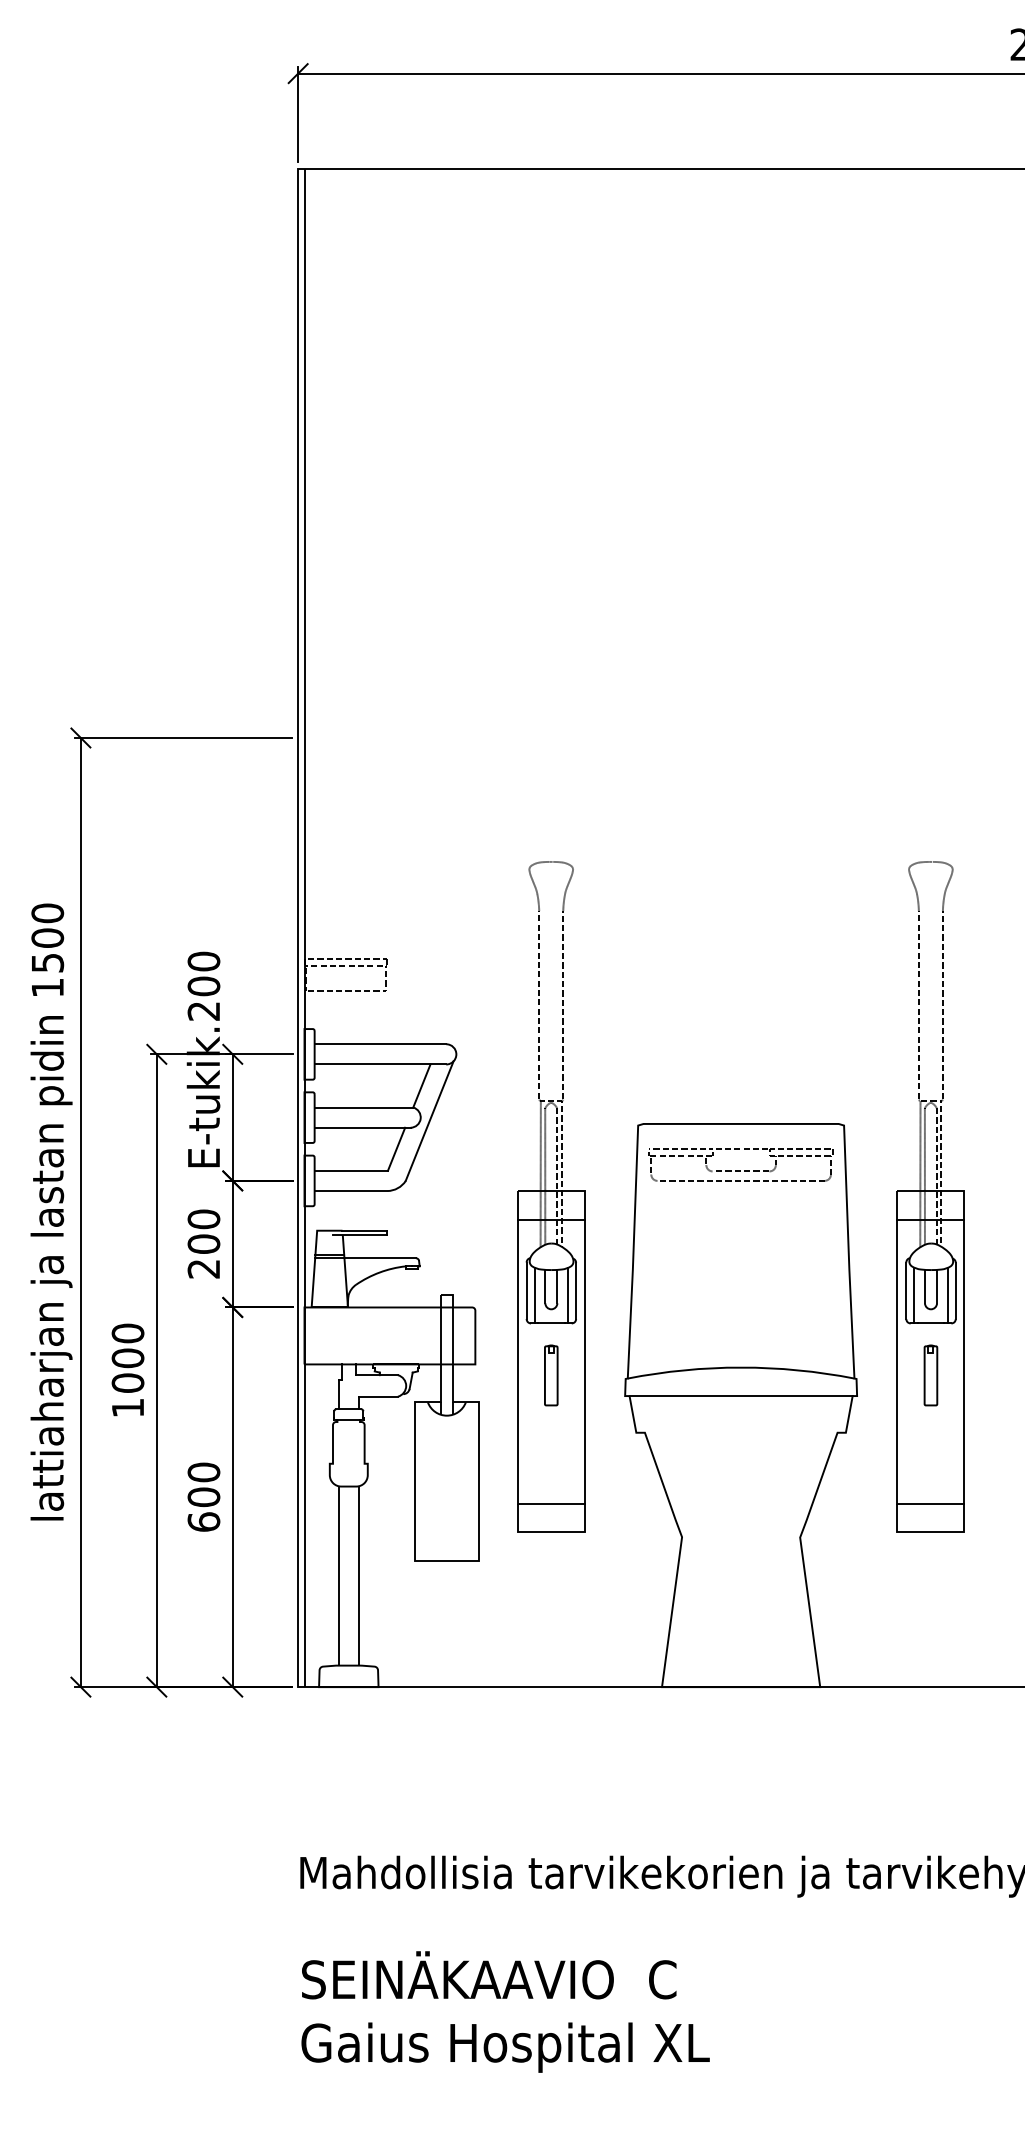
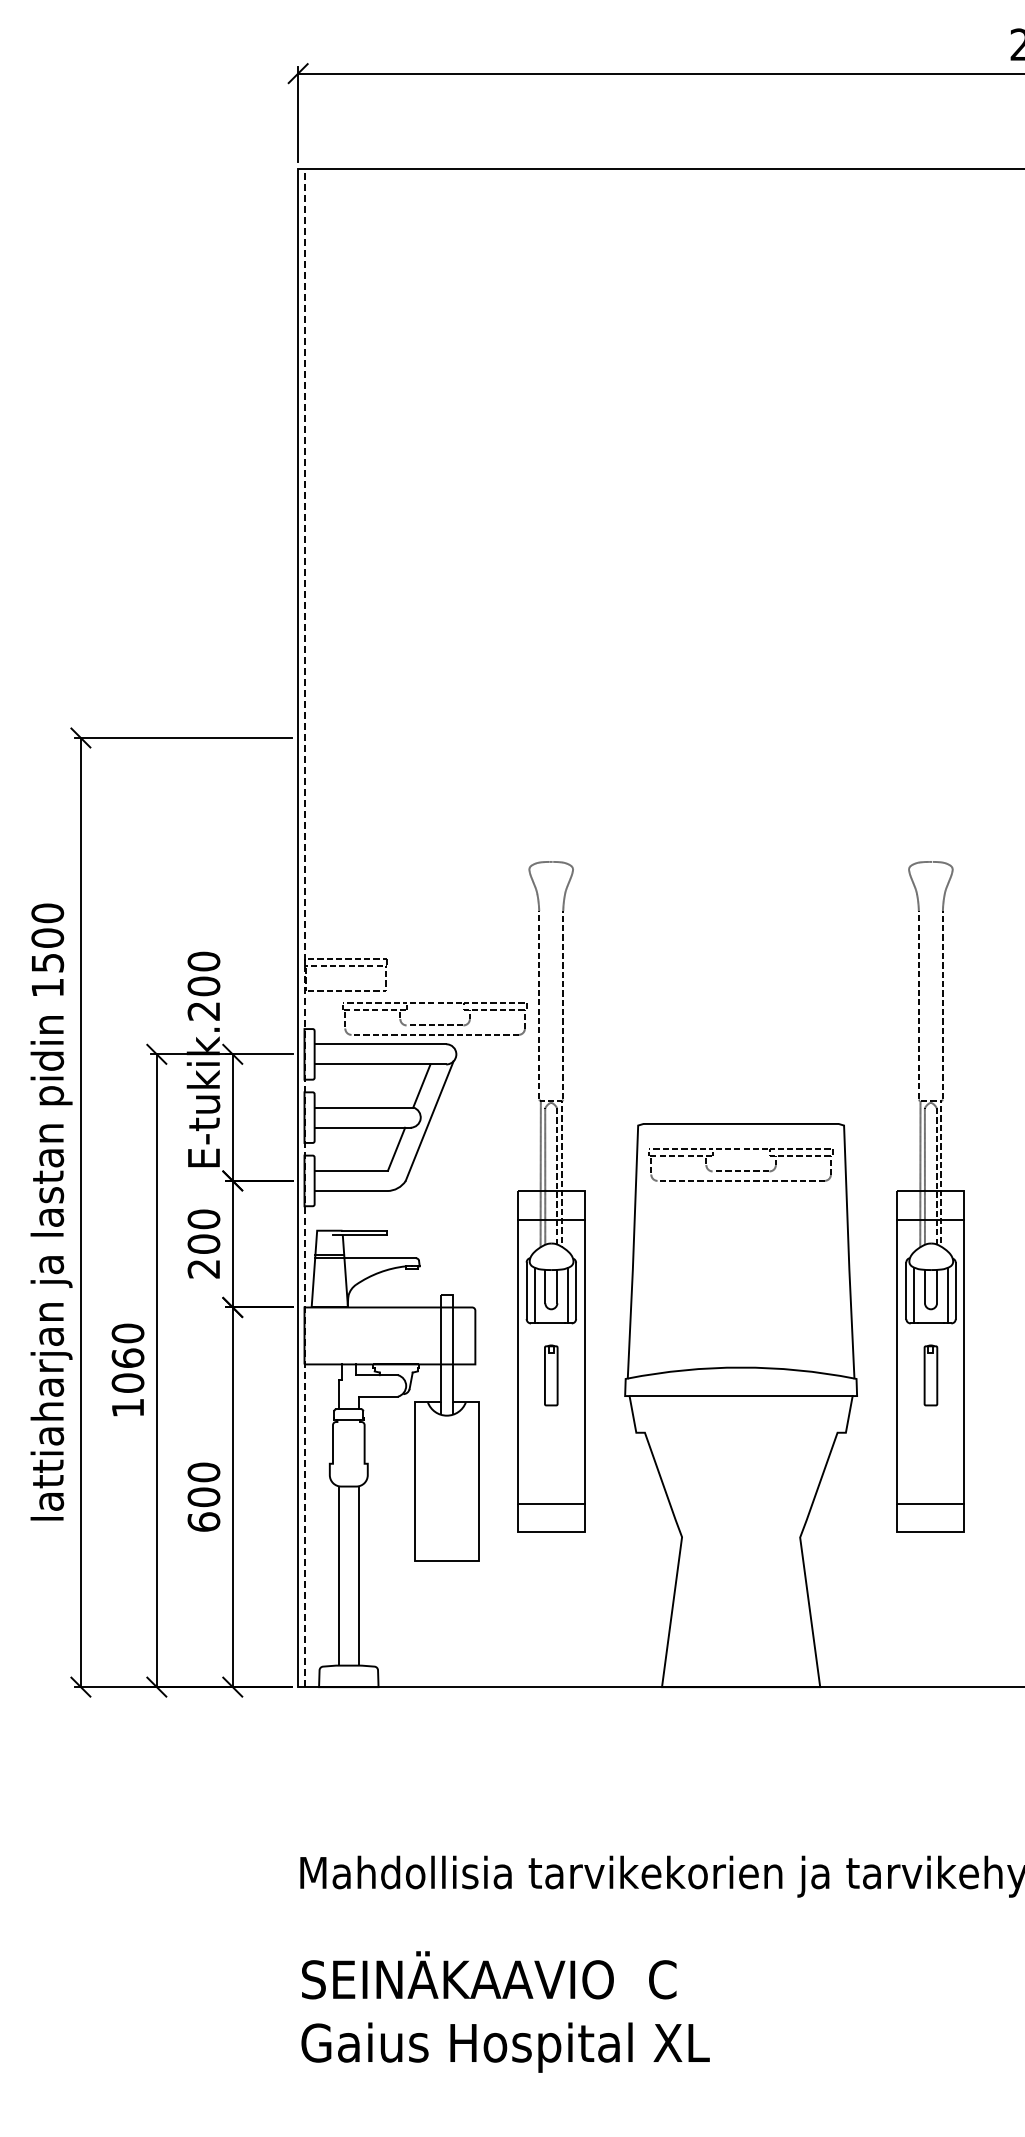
line at (304, 927): solid -> dashed
part at (434, 1018): none -> present
text at (127, 1358): 1000 -> 1060
